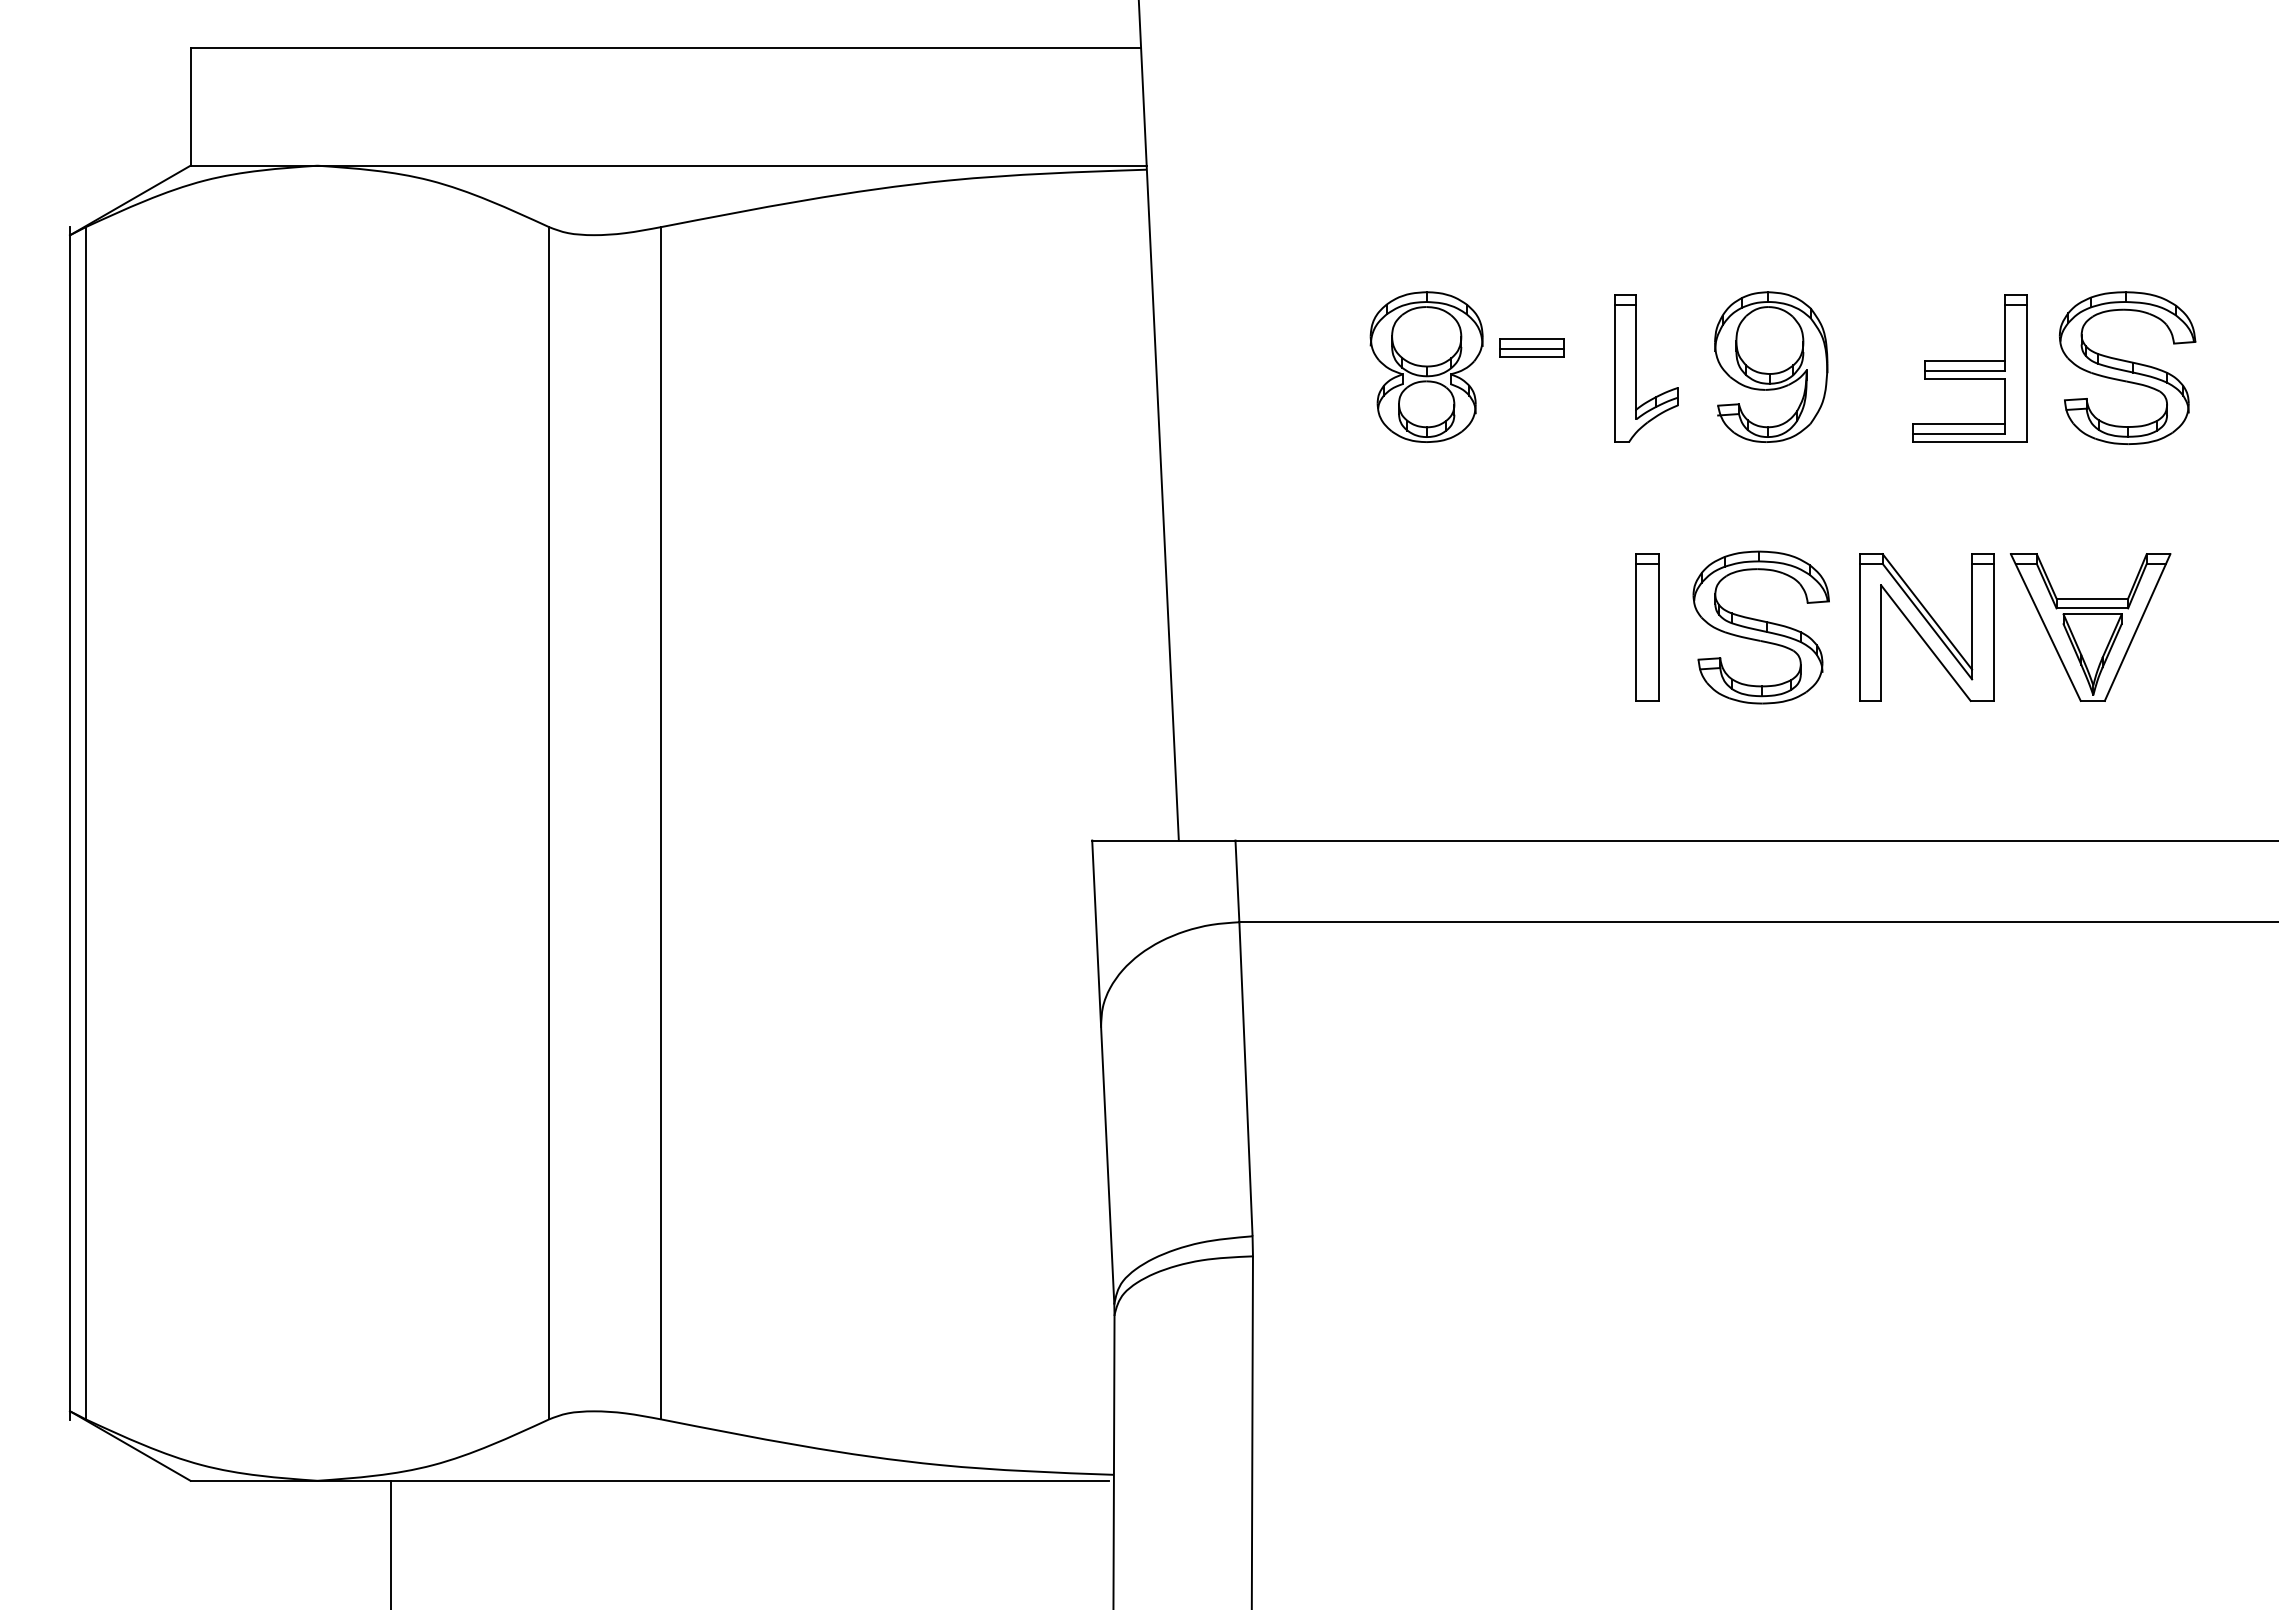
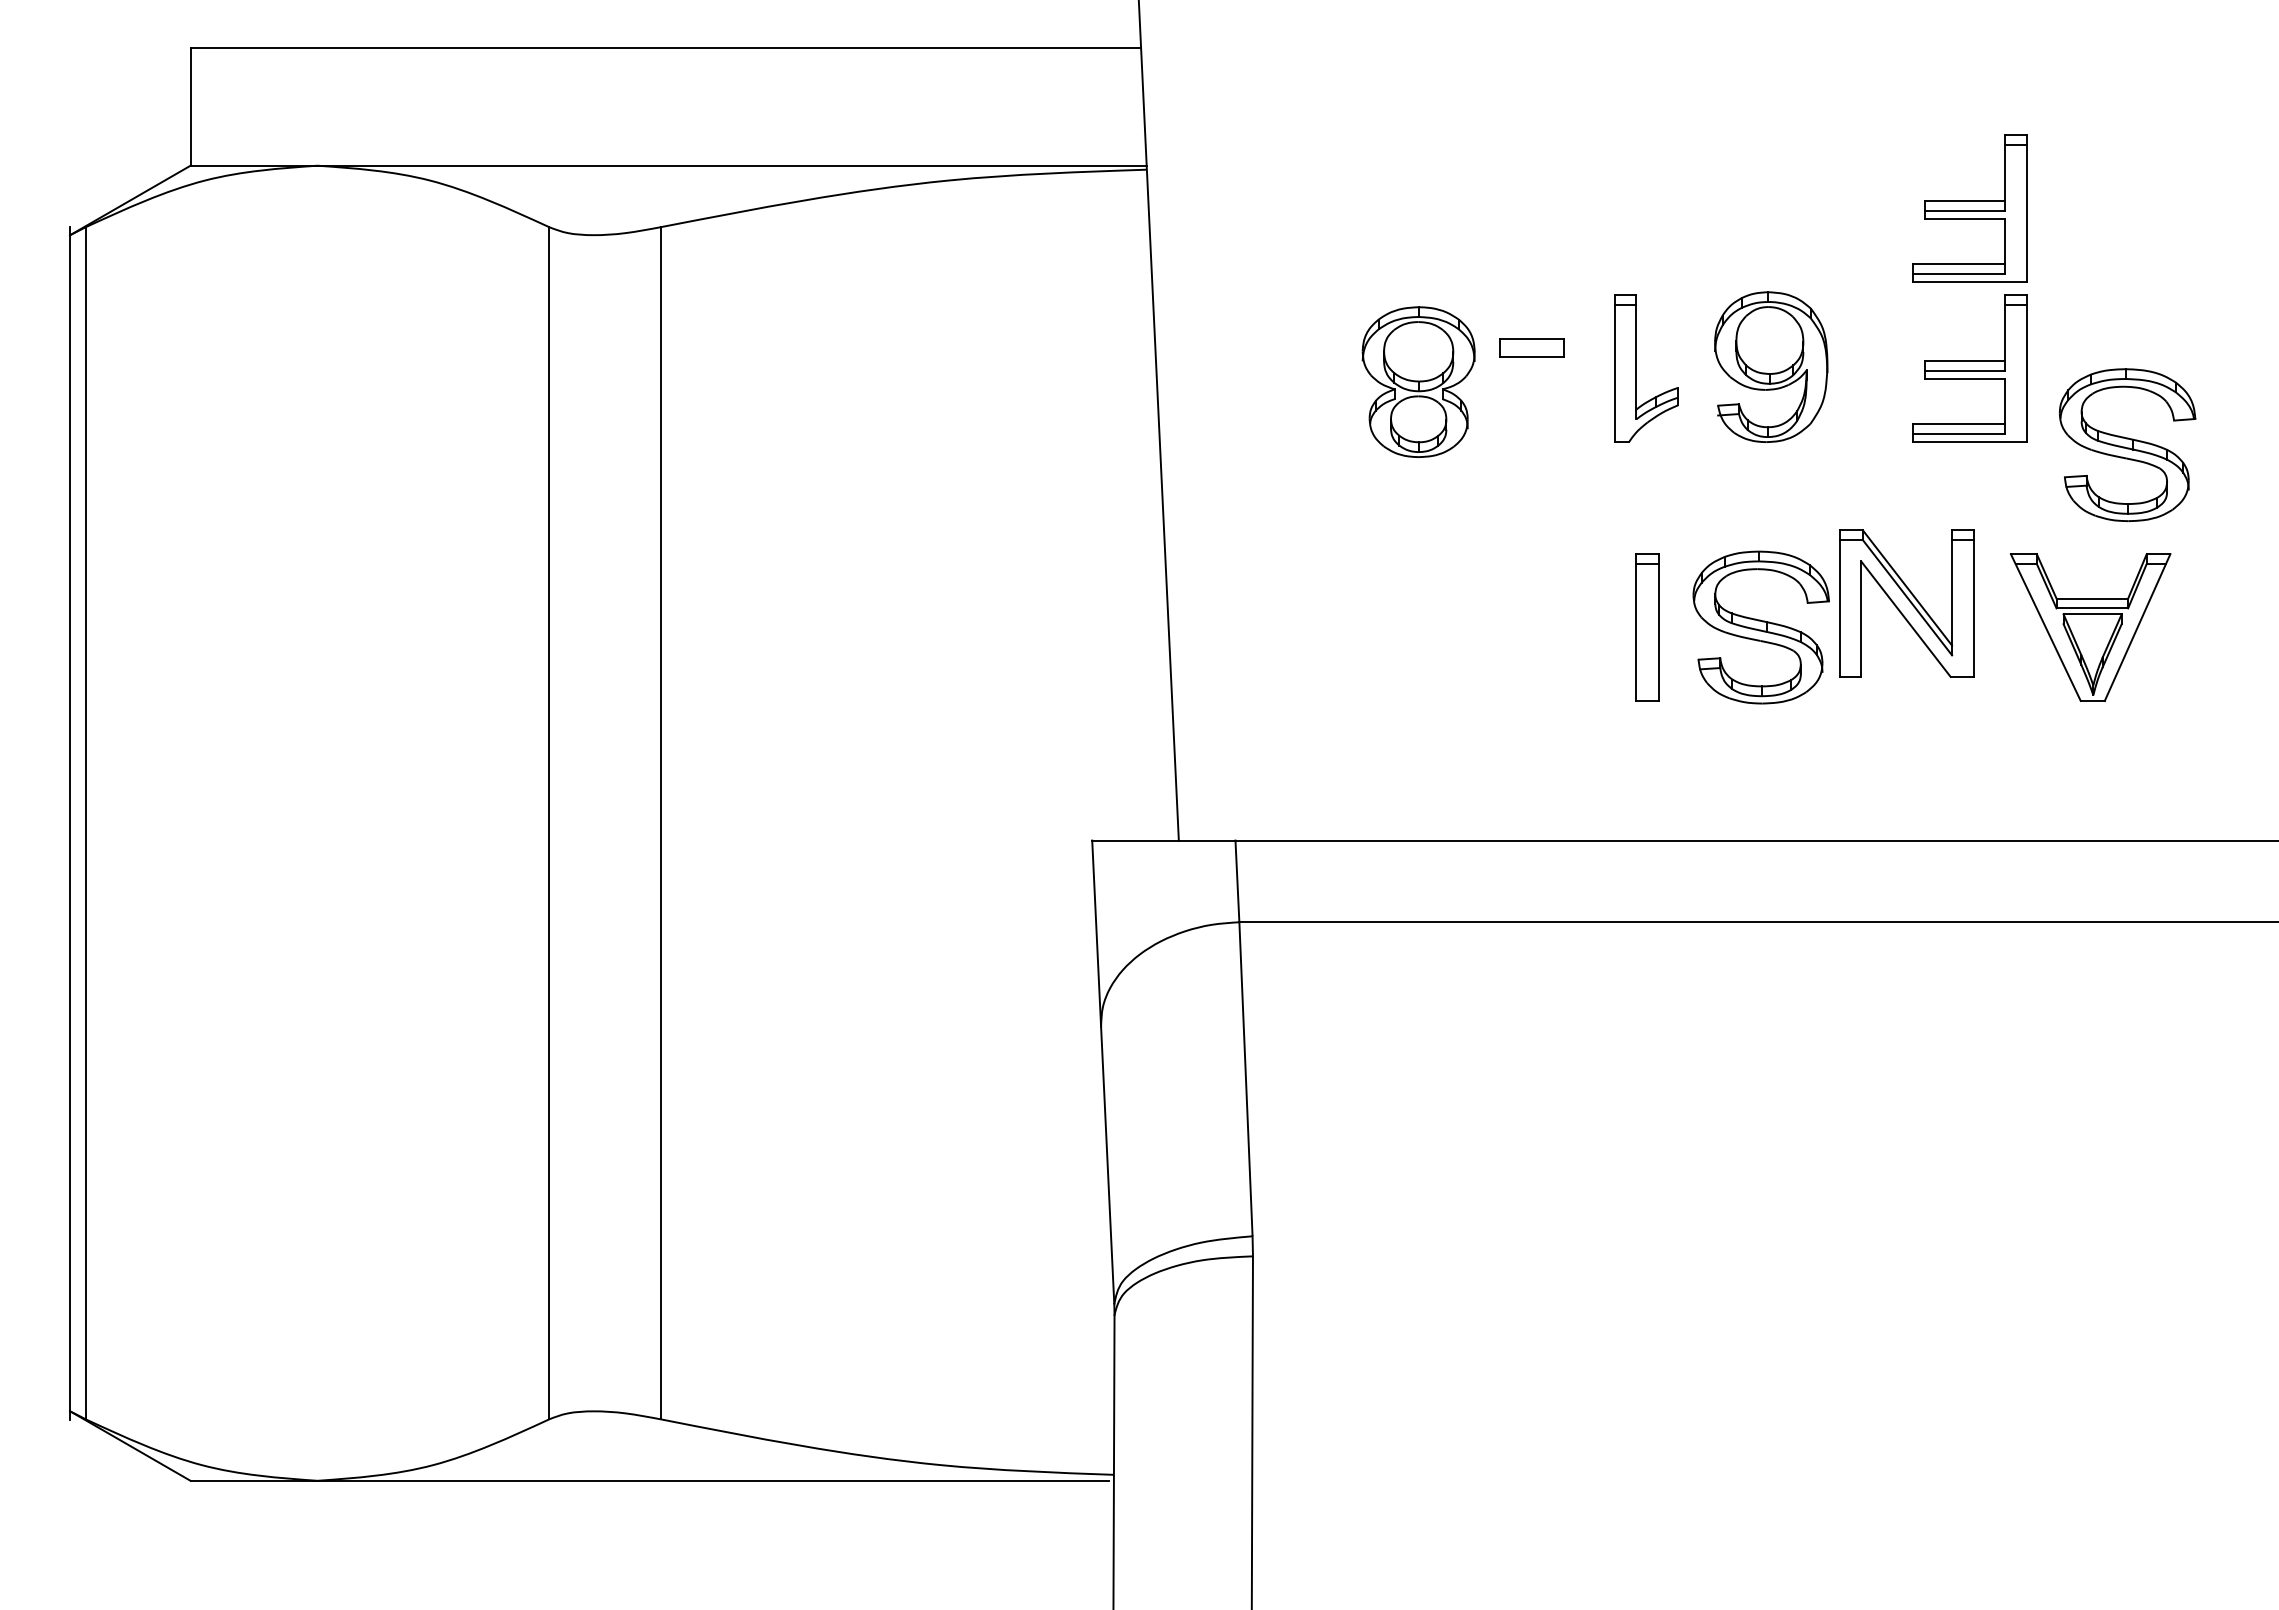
part at (1969, 208): none -> present
line at (1531, 348): present -> none
part at (1426, 366) position: (1426, 366) -> (1418, 381)
part at (2127, 367) position: (2127, 367) -> (2127, 444)
part at (1926, 627) position: (1926, 627) -> (1906, 603)
line at (391, 1543): present -> none
